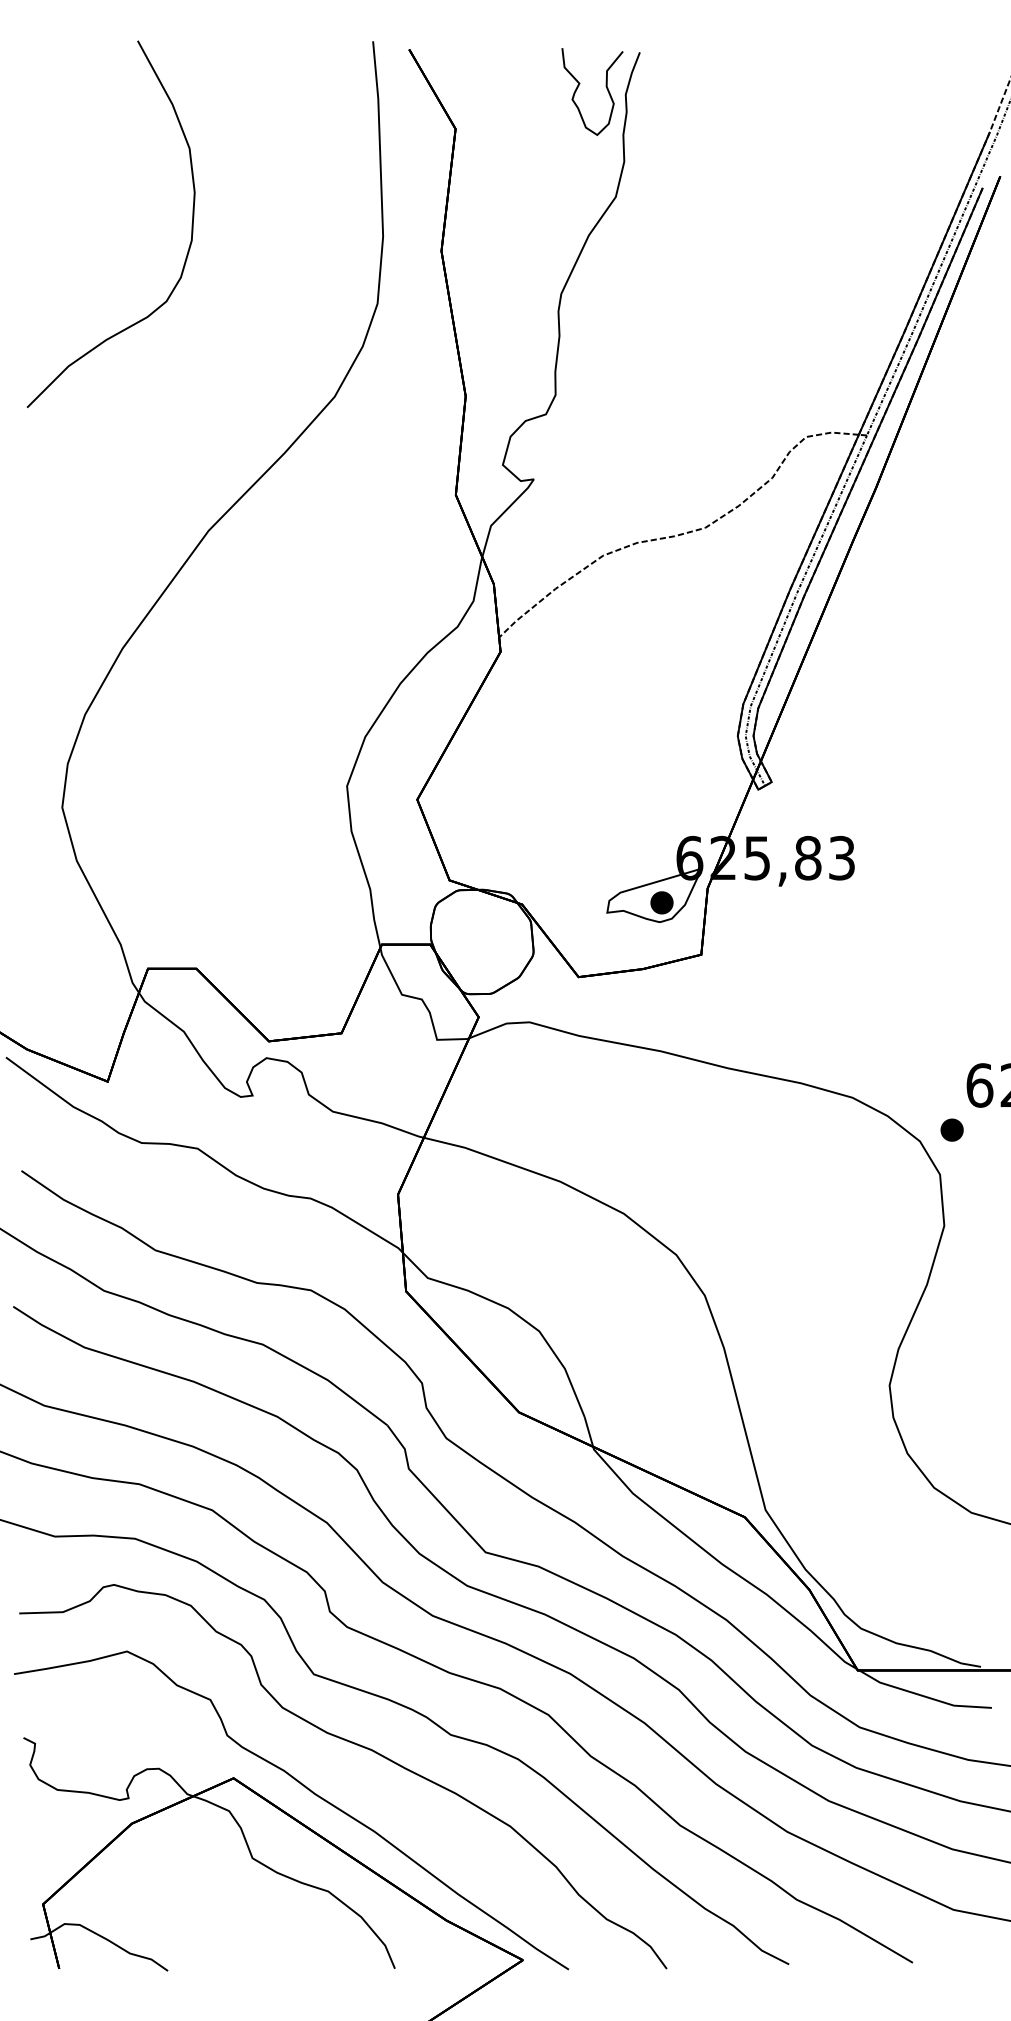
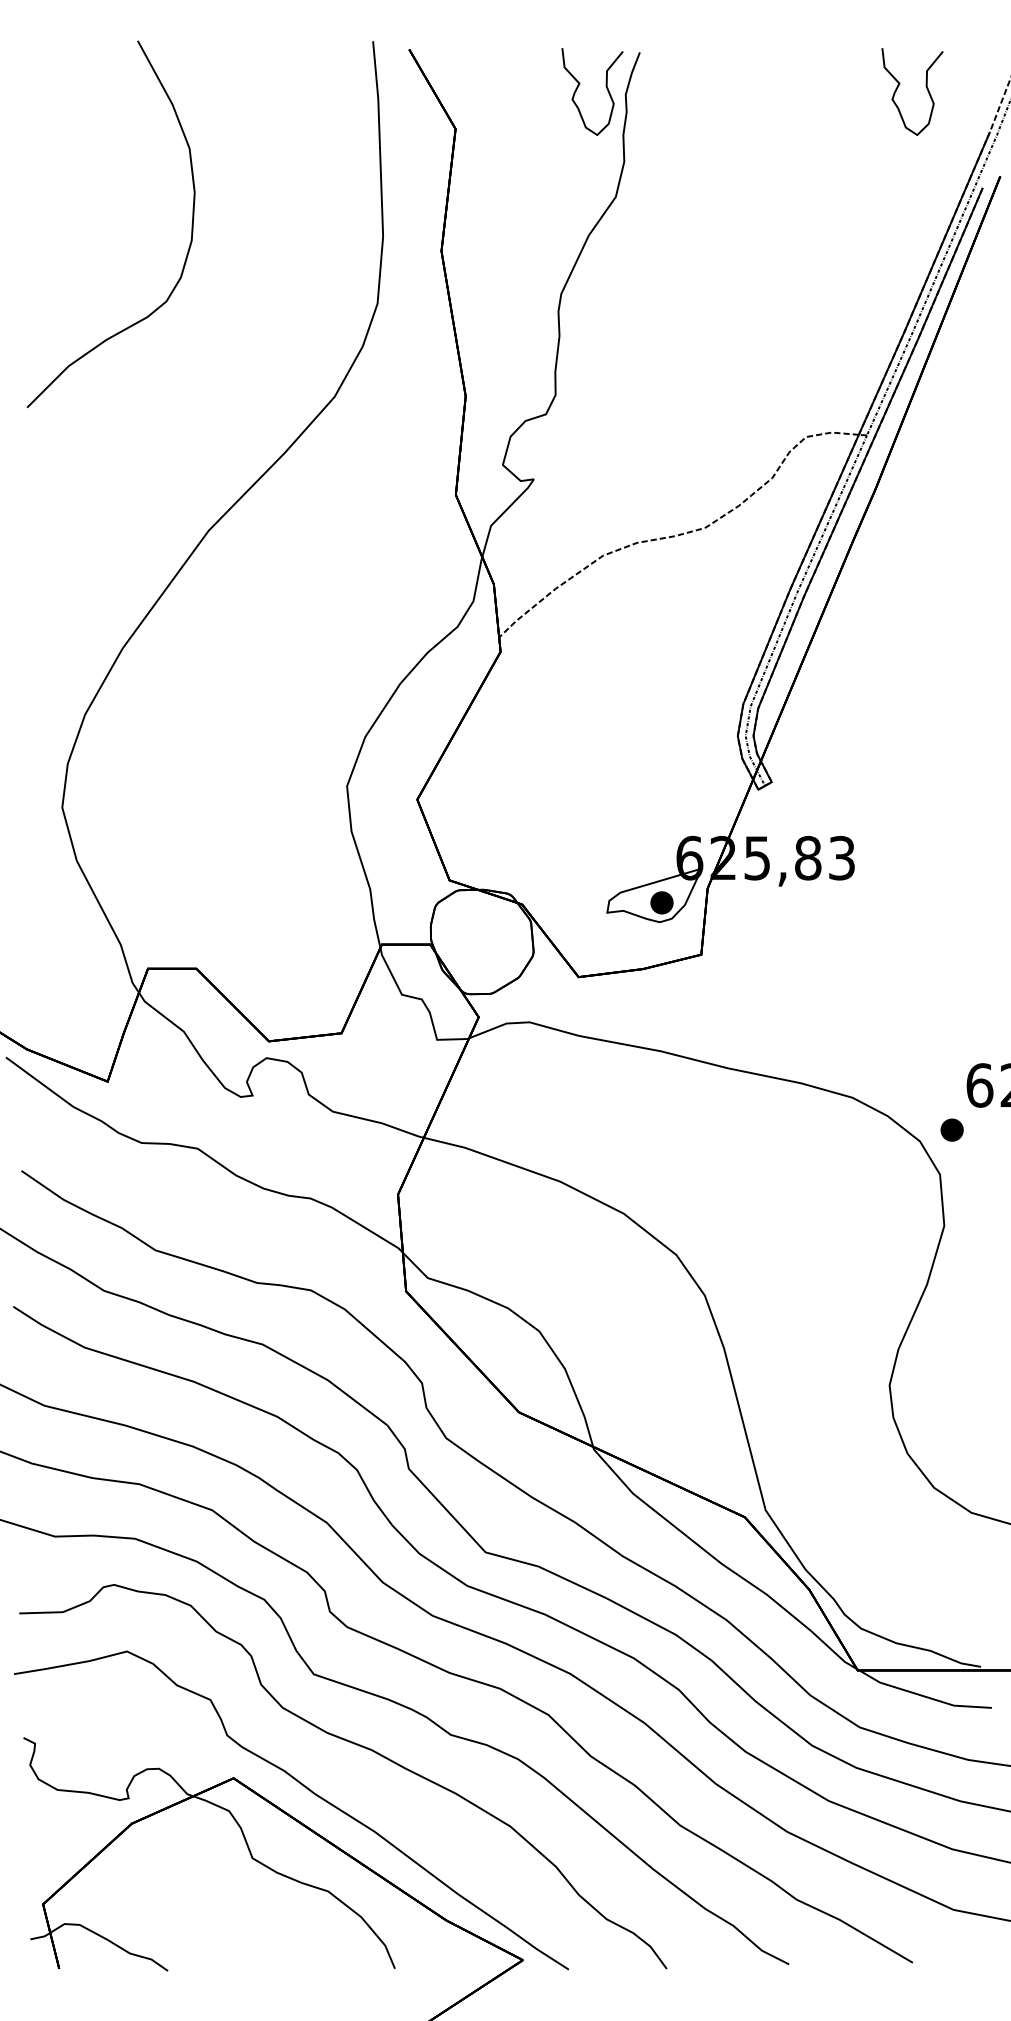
curve at (925, 86): none -> present
